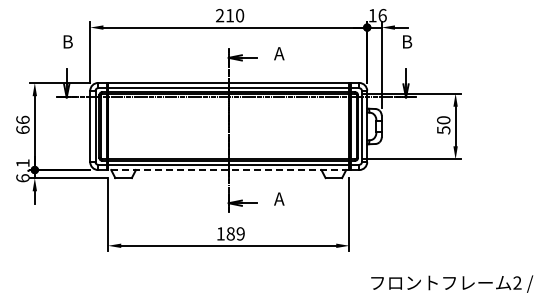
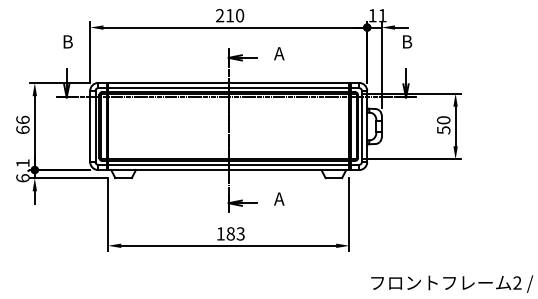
text at (382, 15): 16 -> 11
line at (228, 170): dashed -> solid
text at (240, 233): 189 -> 183
